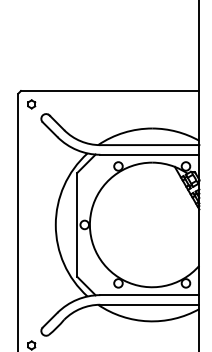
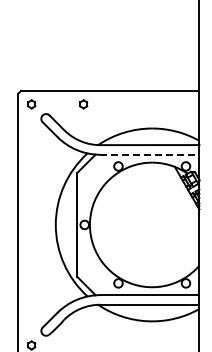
part at (83, 104): none -> present
line at (149, 154): solid -> dashed
